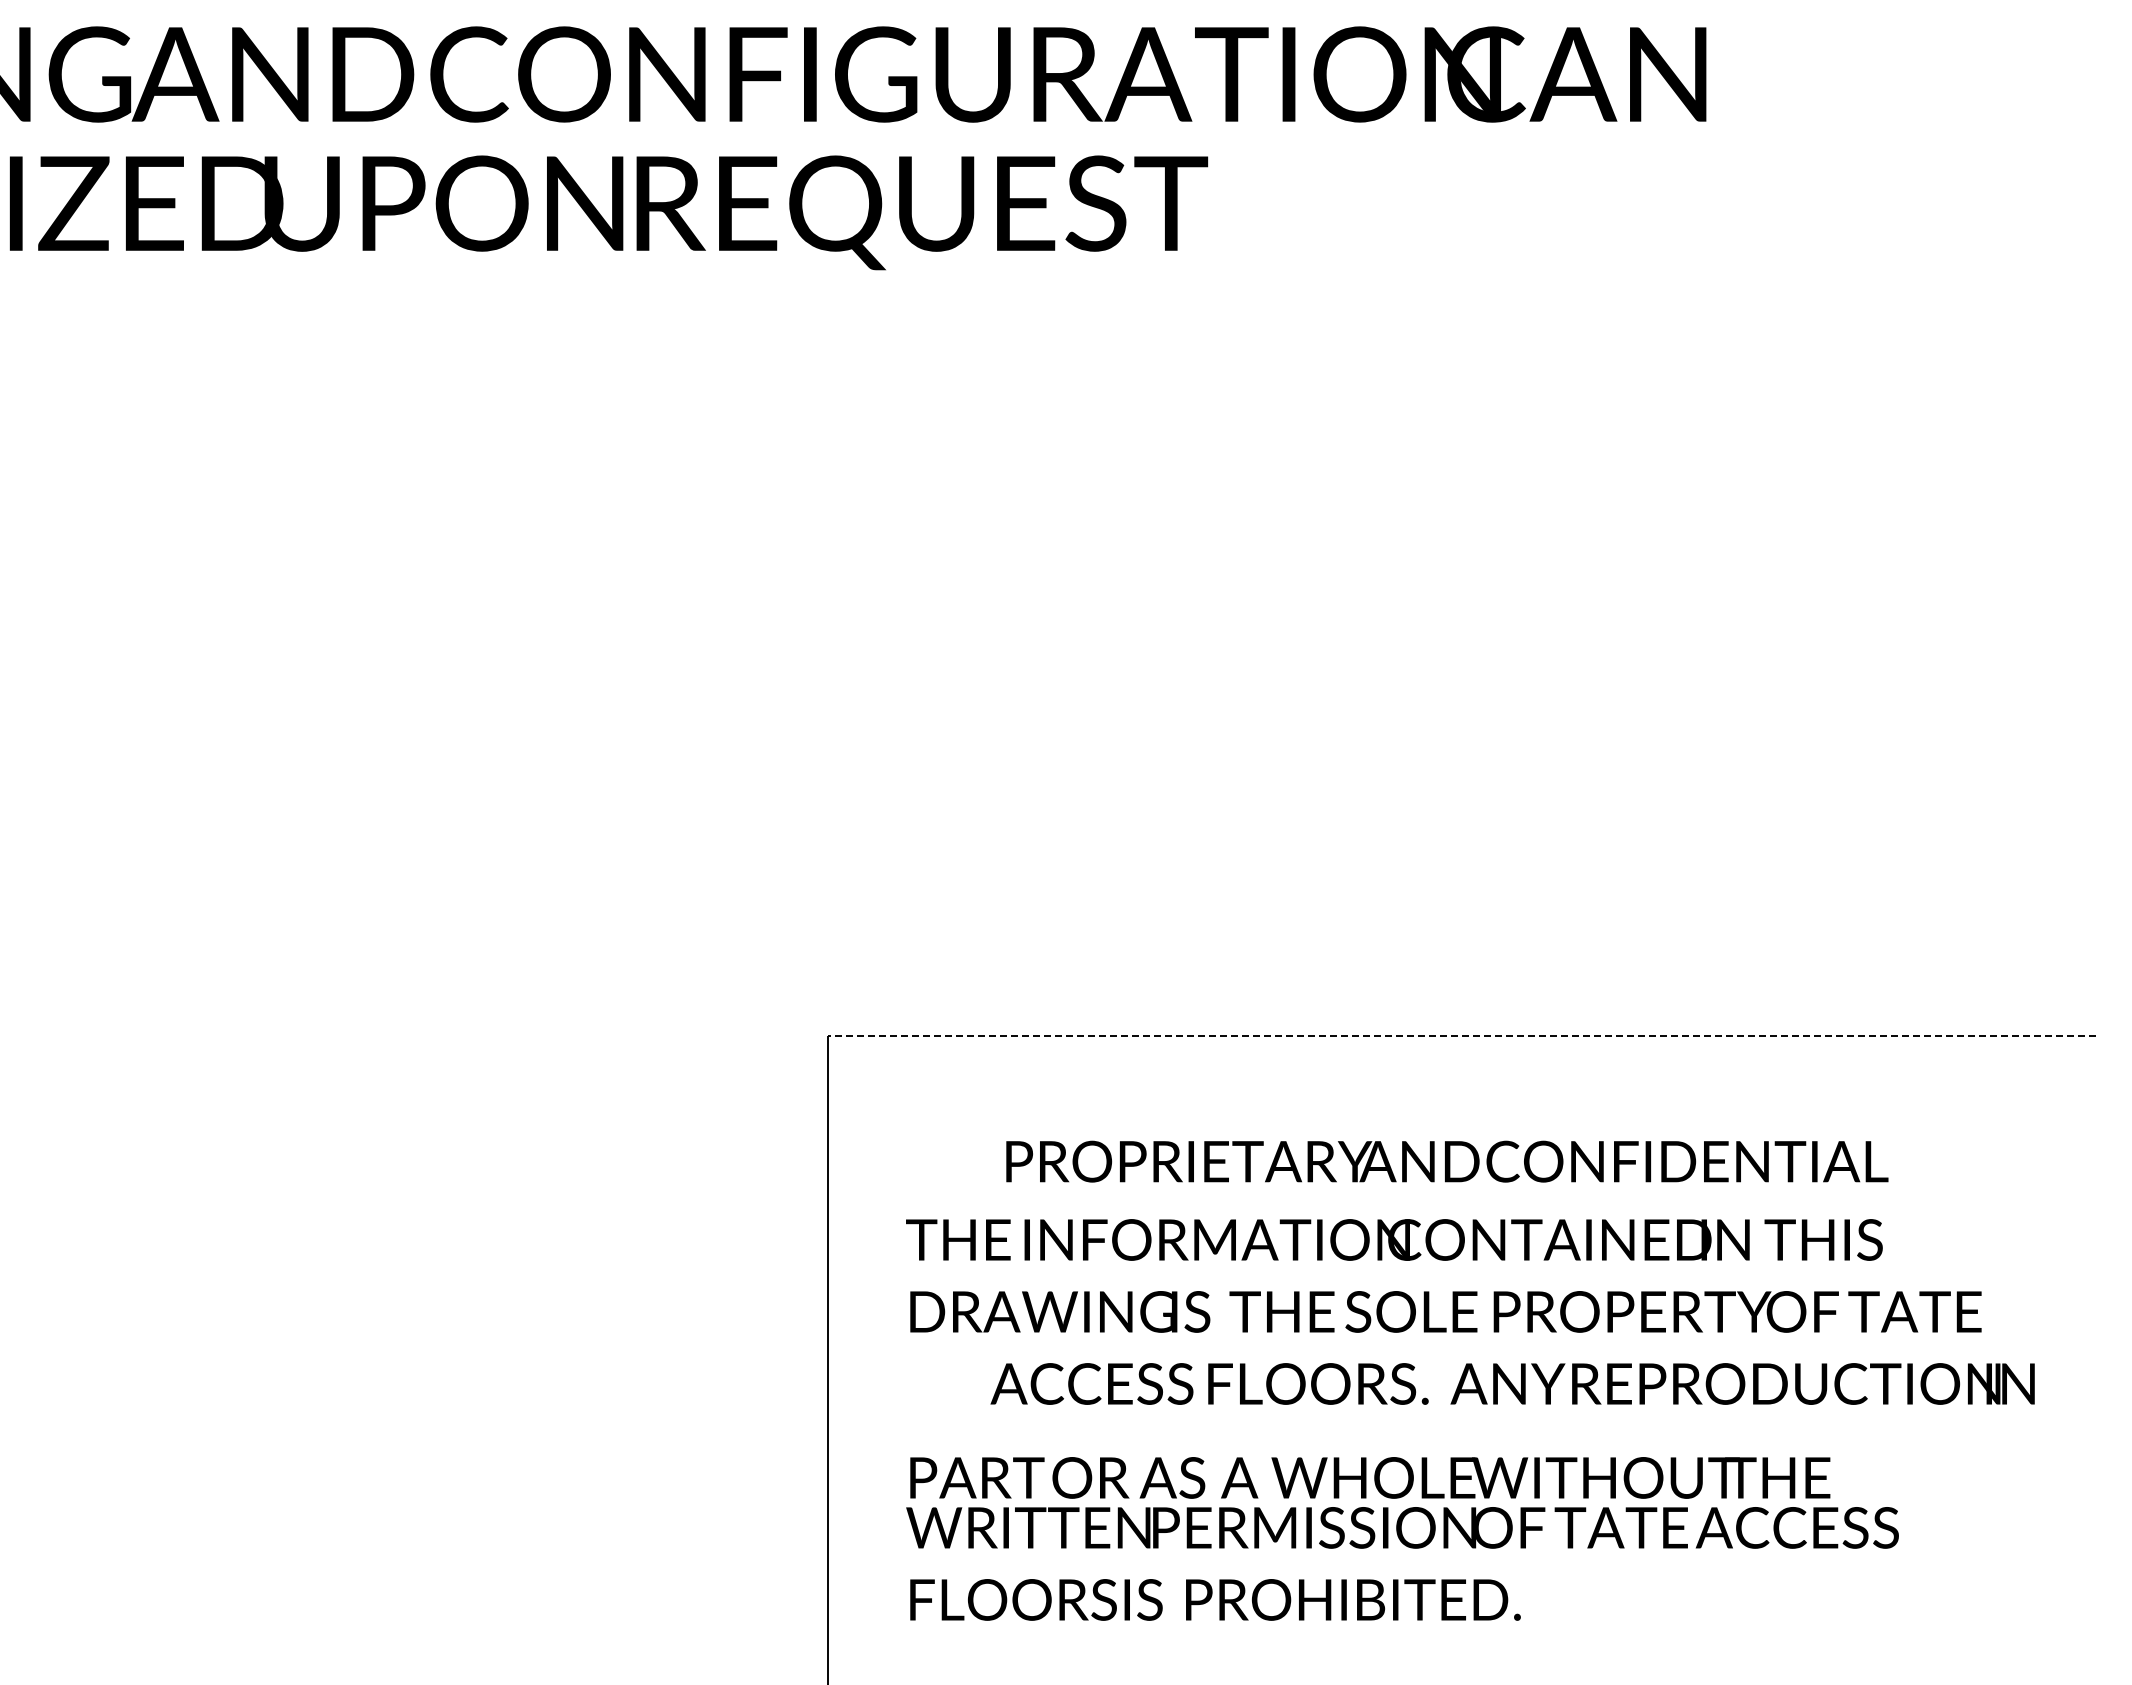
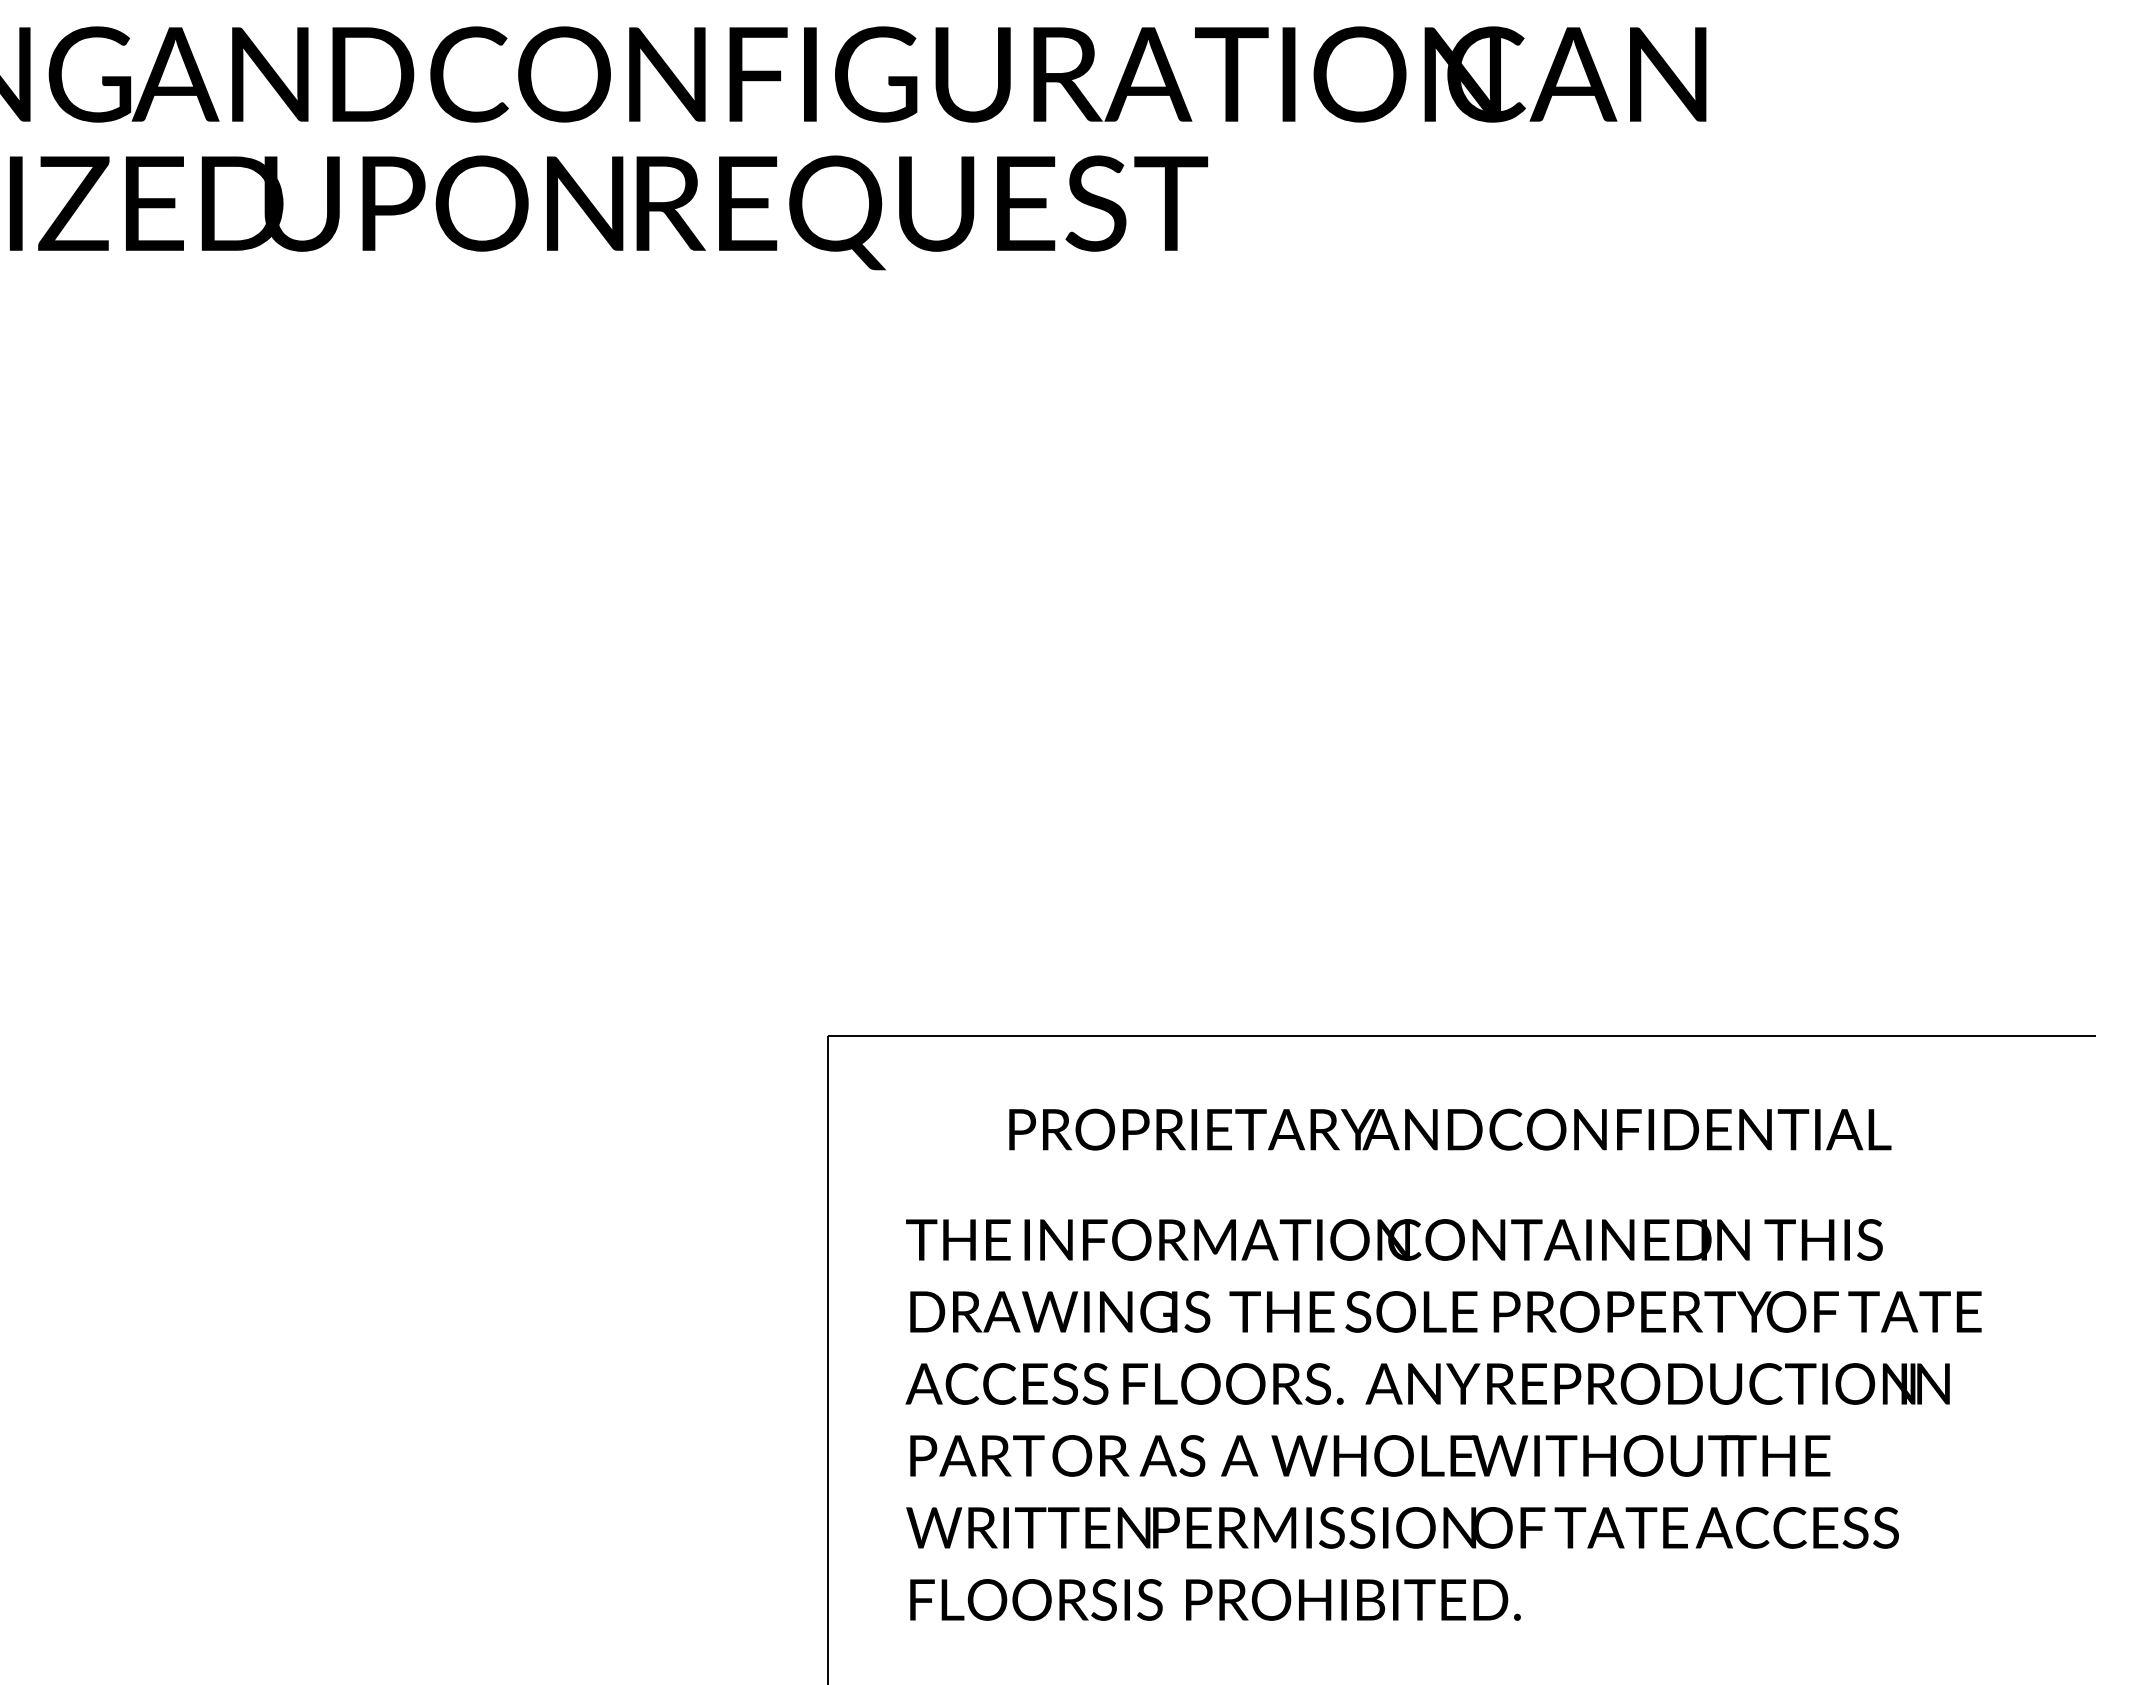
line at (1461, 1035): dashed -> solid
text at (1447, 1161) position: (1447, 1161) -> (1450, 1129)
text at (1512, 1383) position: (1512, 1383) -> (1427, 1383)
text at (1370, 1477) position: (1370, 1477) -> (1370, 1455)
